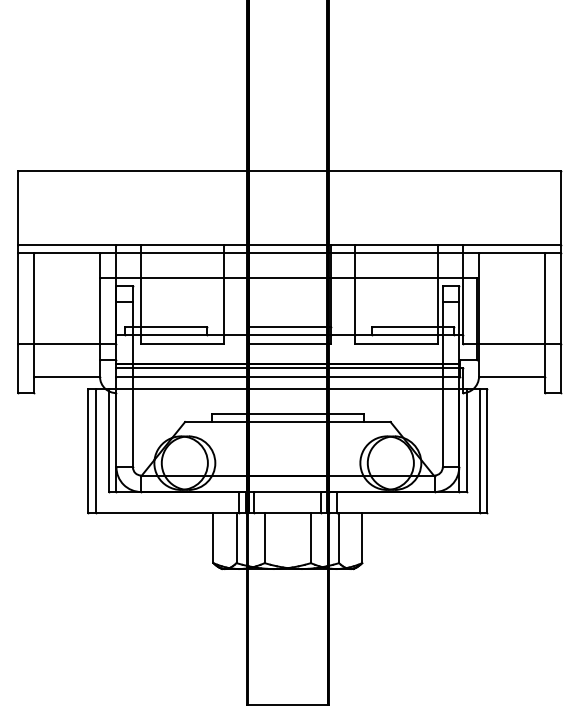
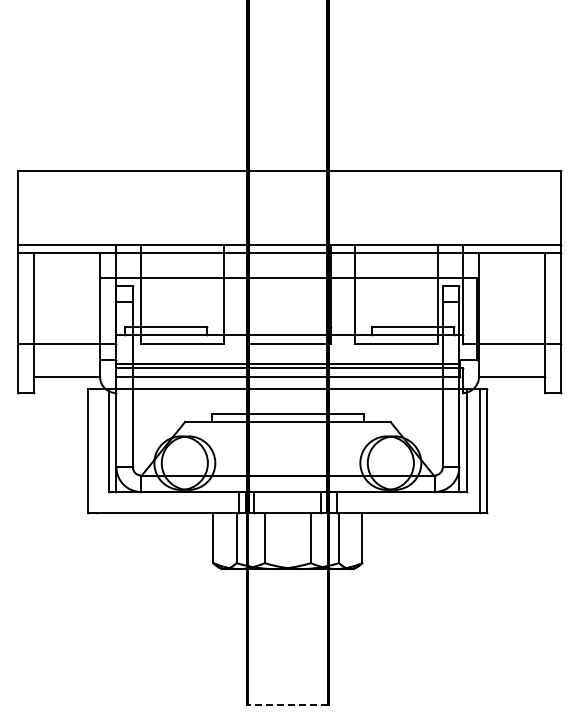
line at (289, 327): present -> none
line at (95, 450): present -> none
line at (286, 705): solid -> dashed
